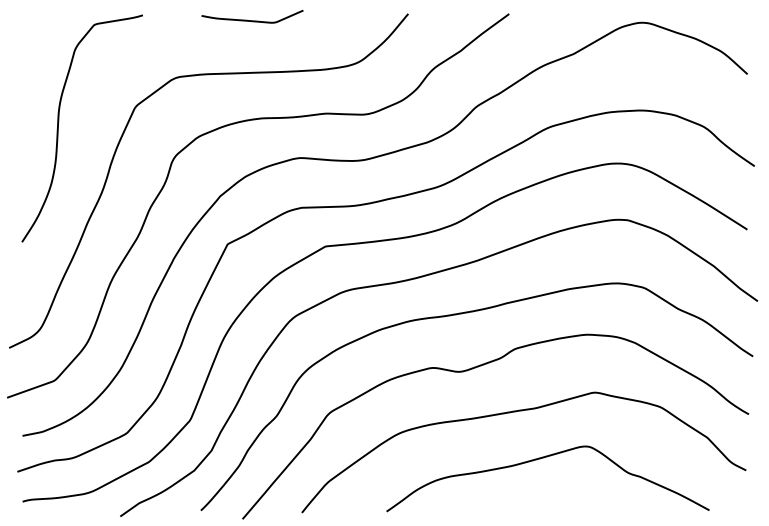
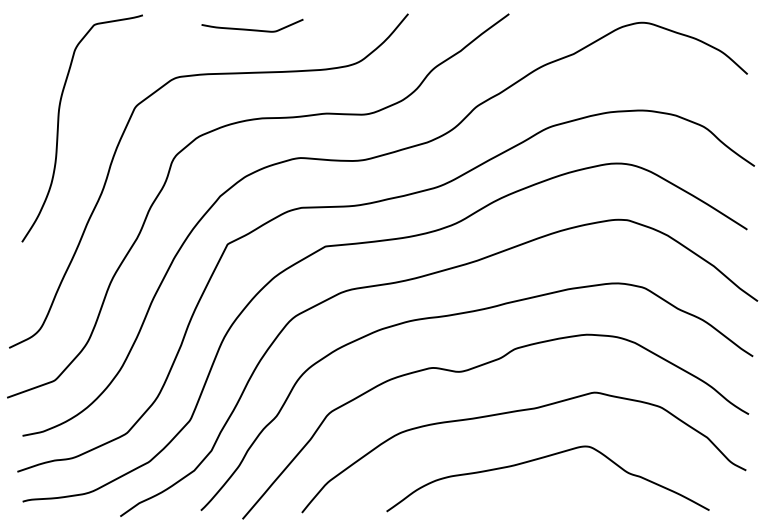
curve at (252, 20) position: (252, 20) -> (252, 29)
